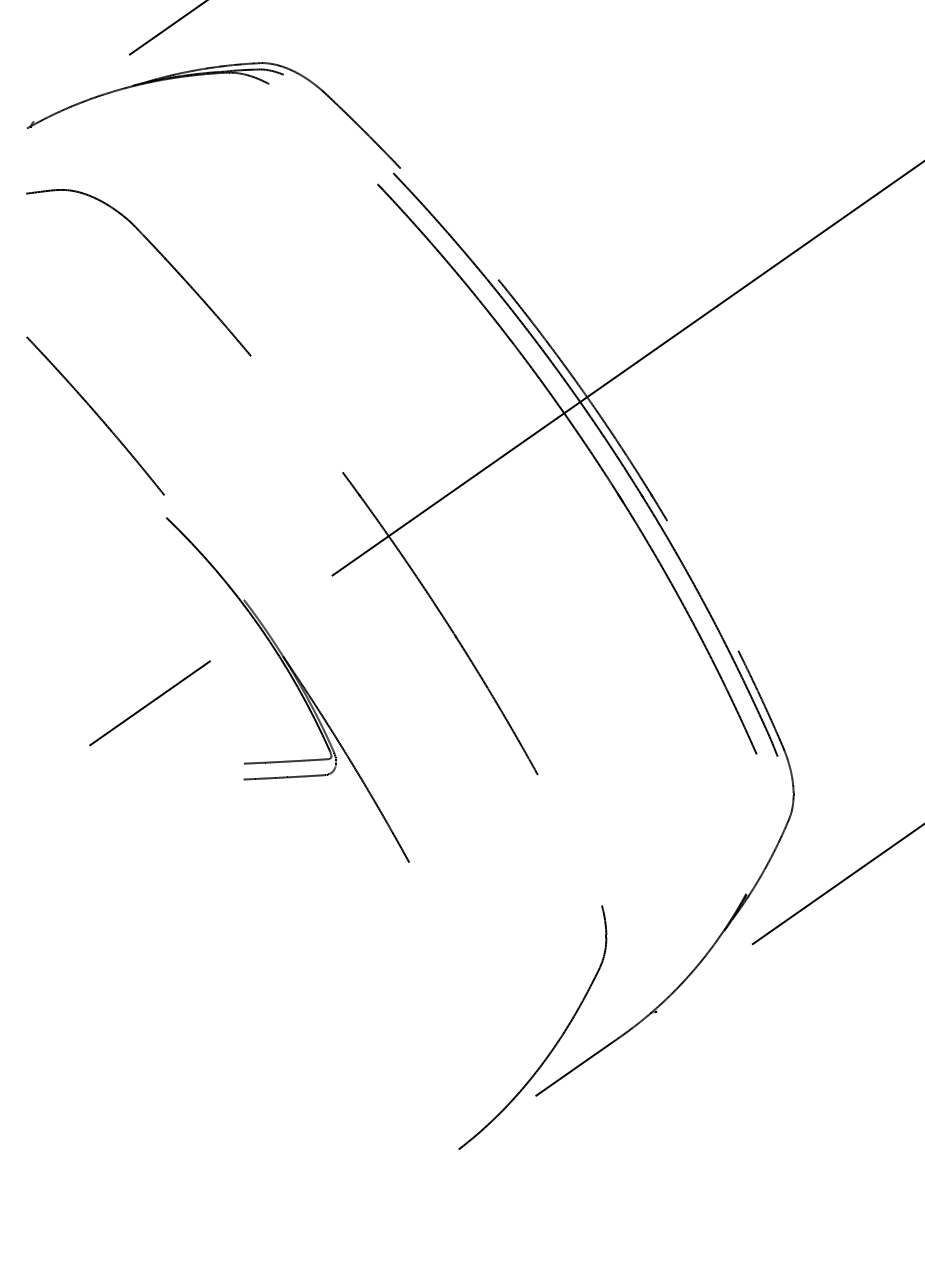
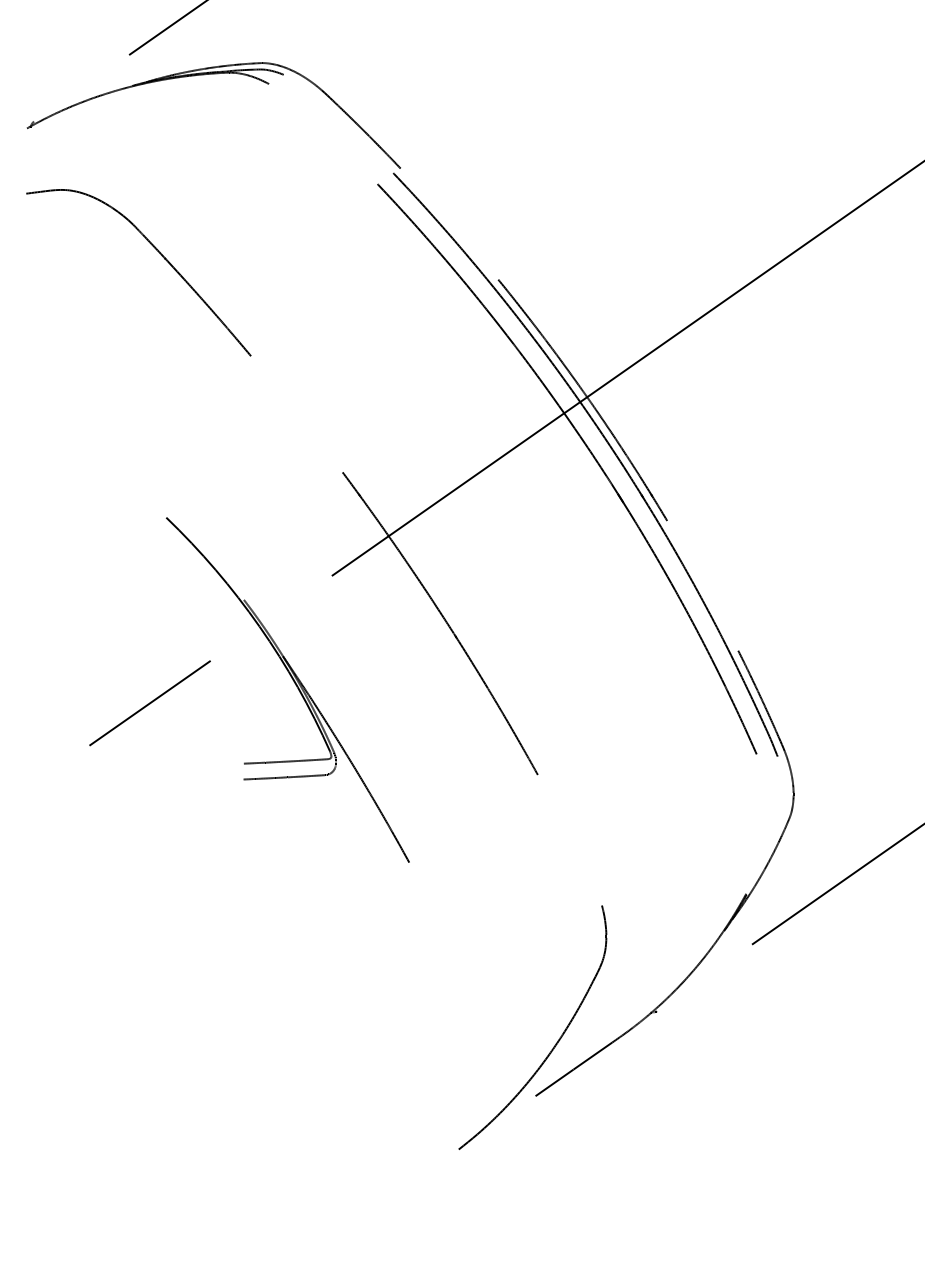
curve at (95, 414): present -> none
